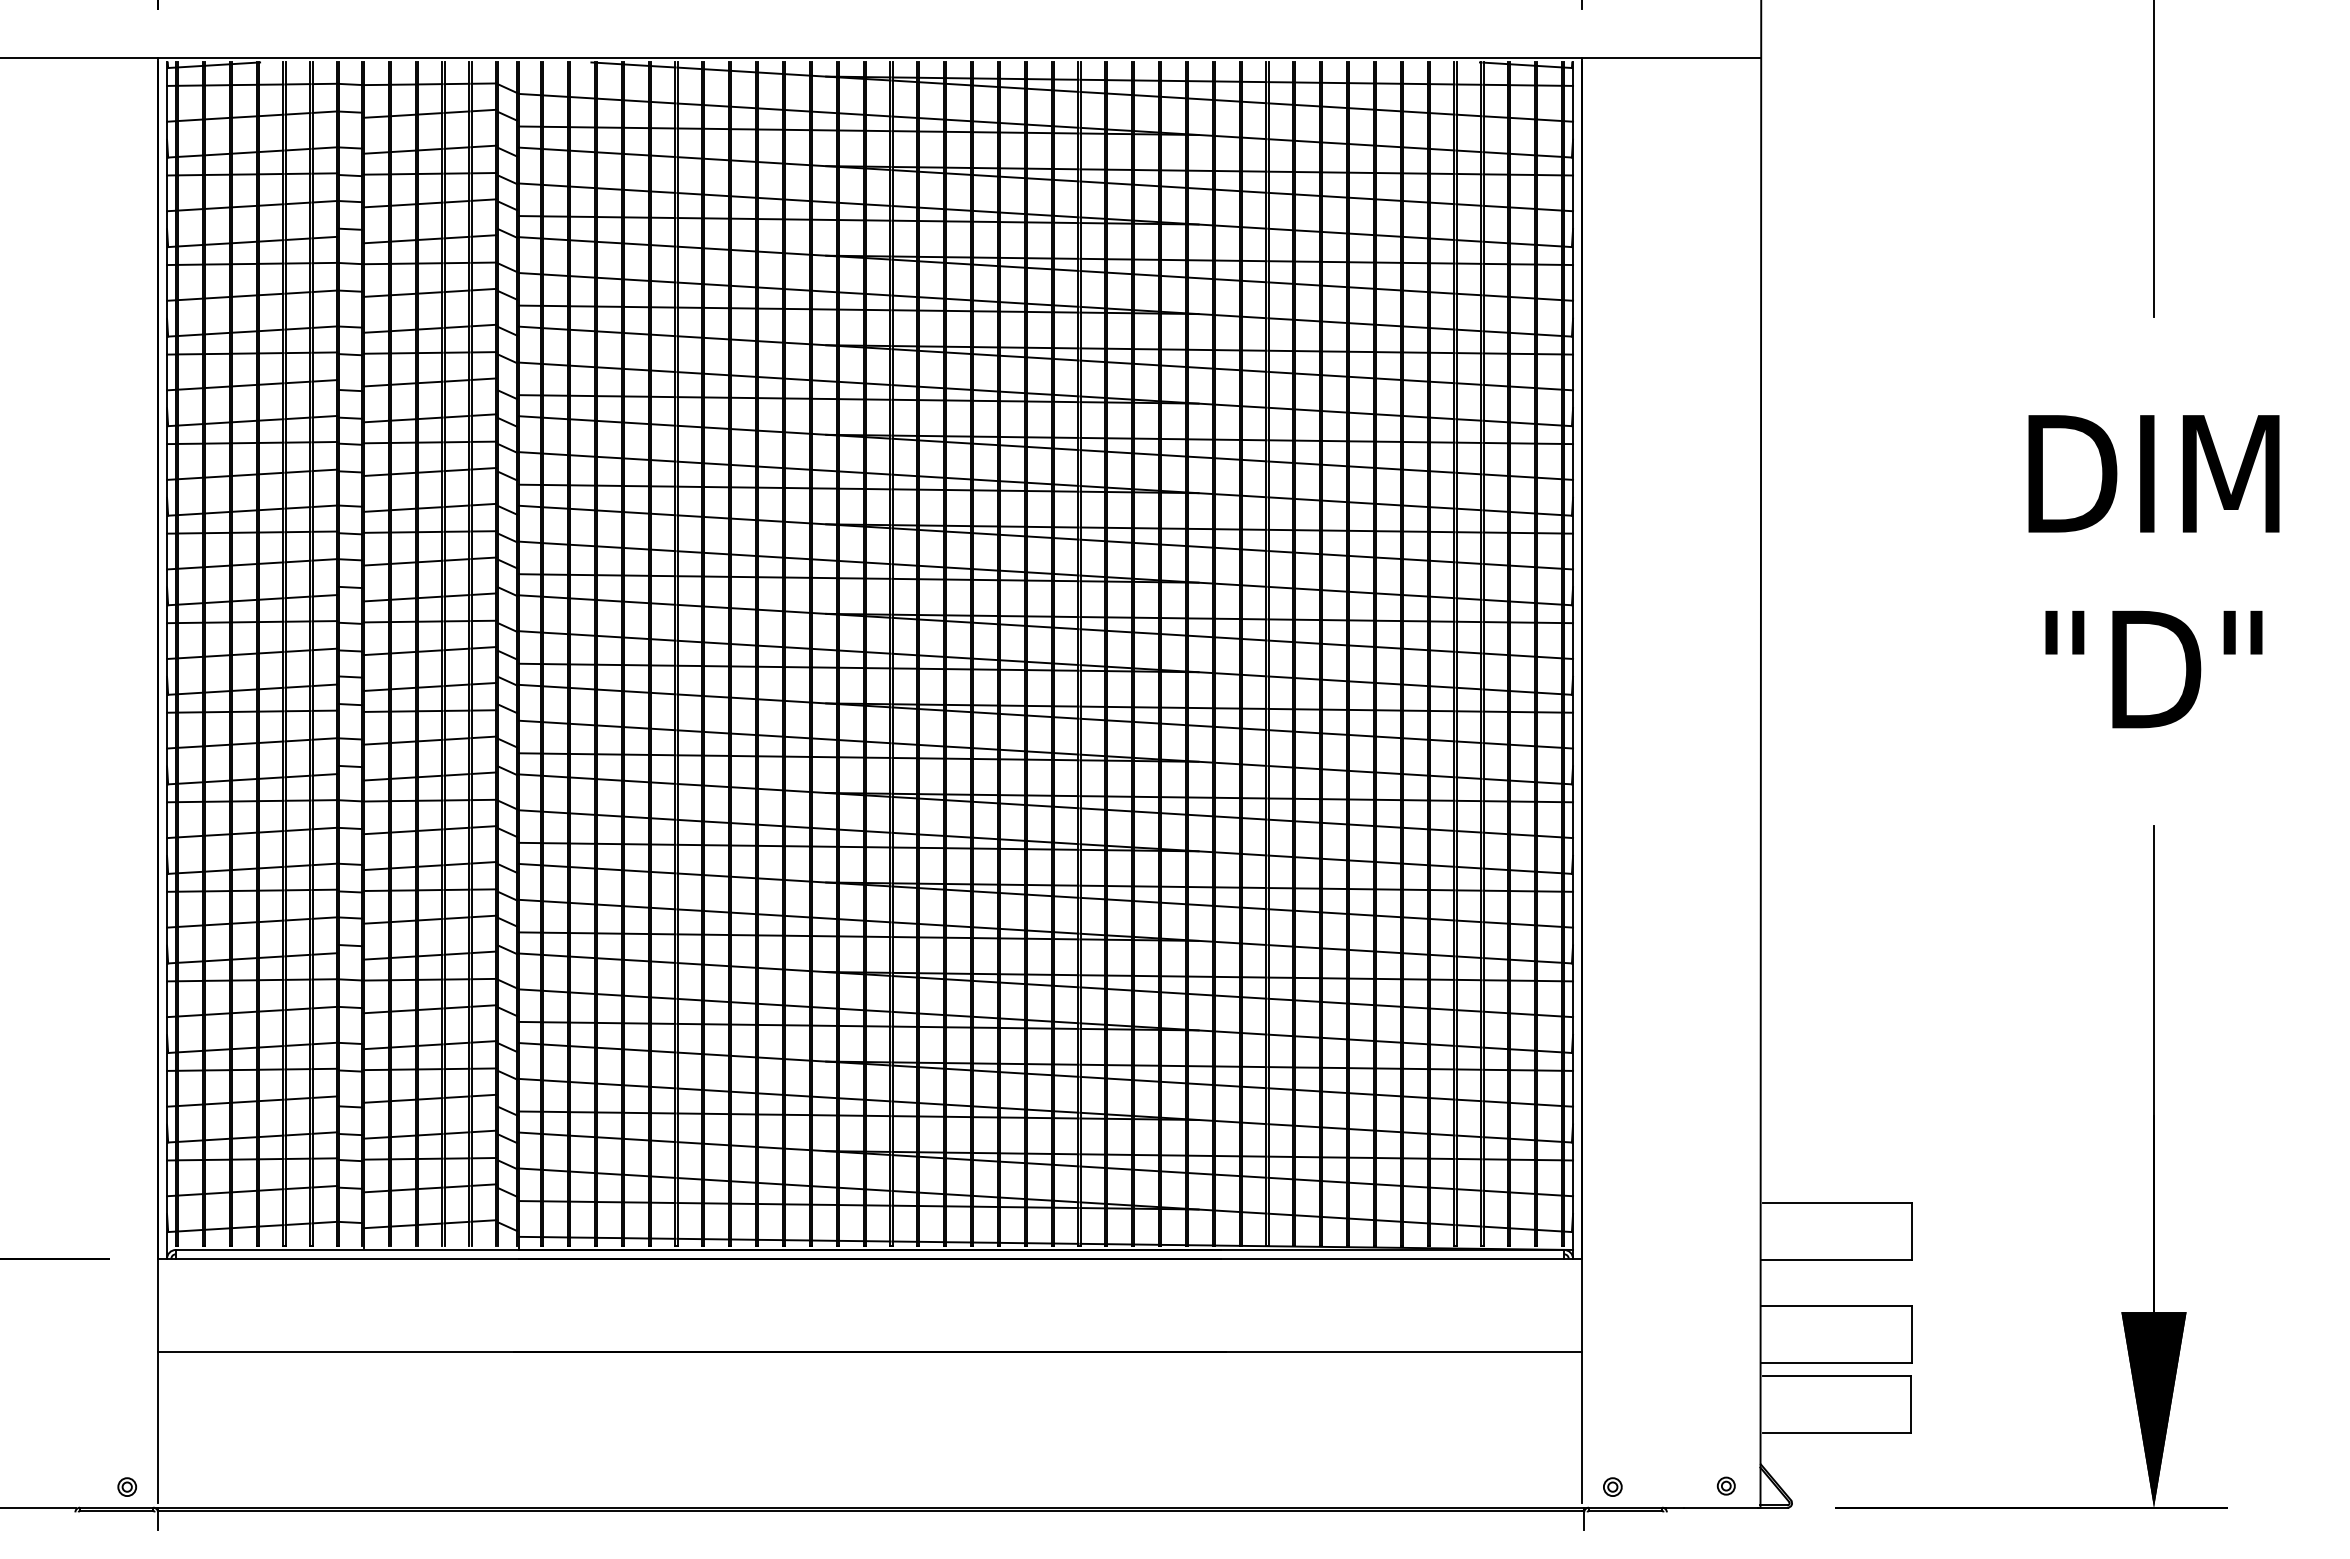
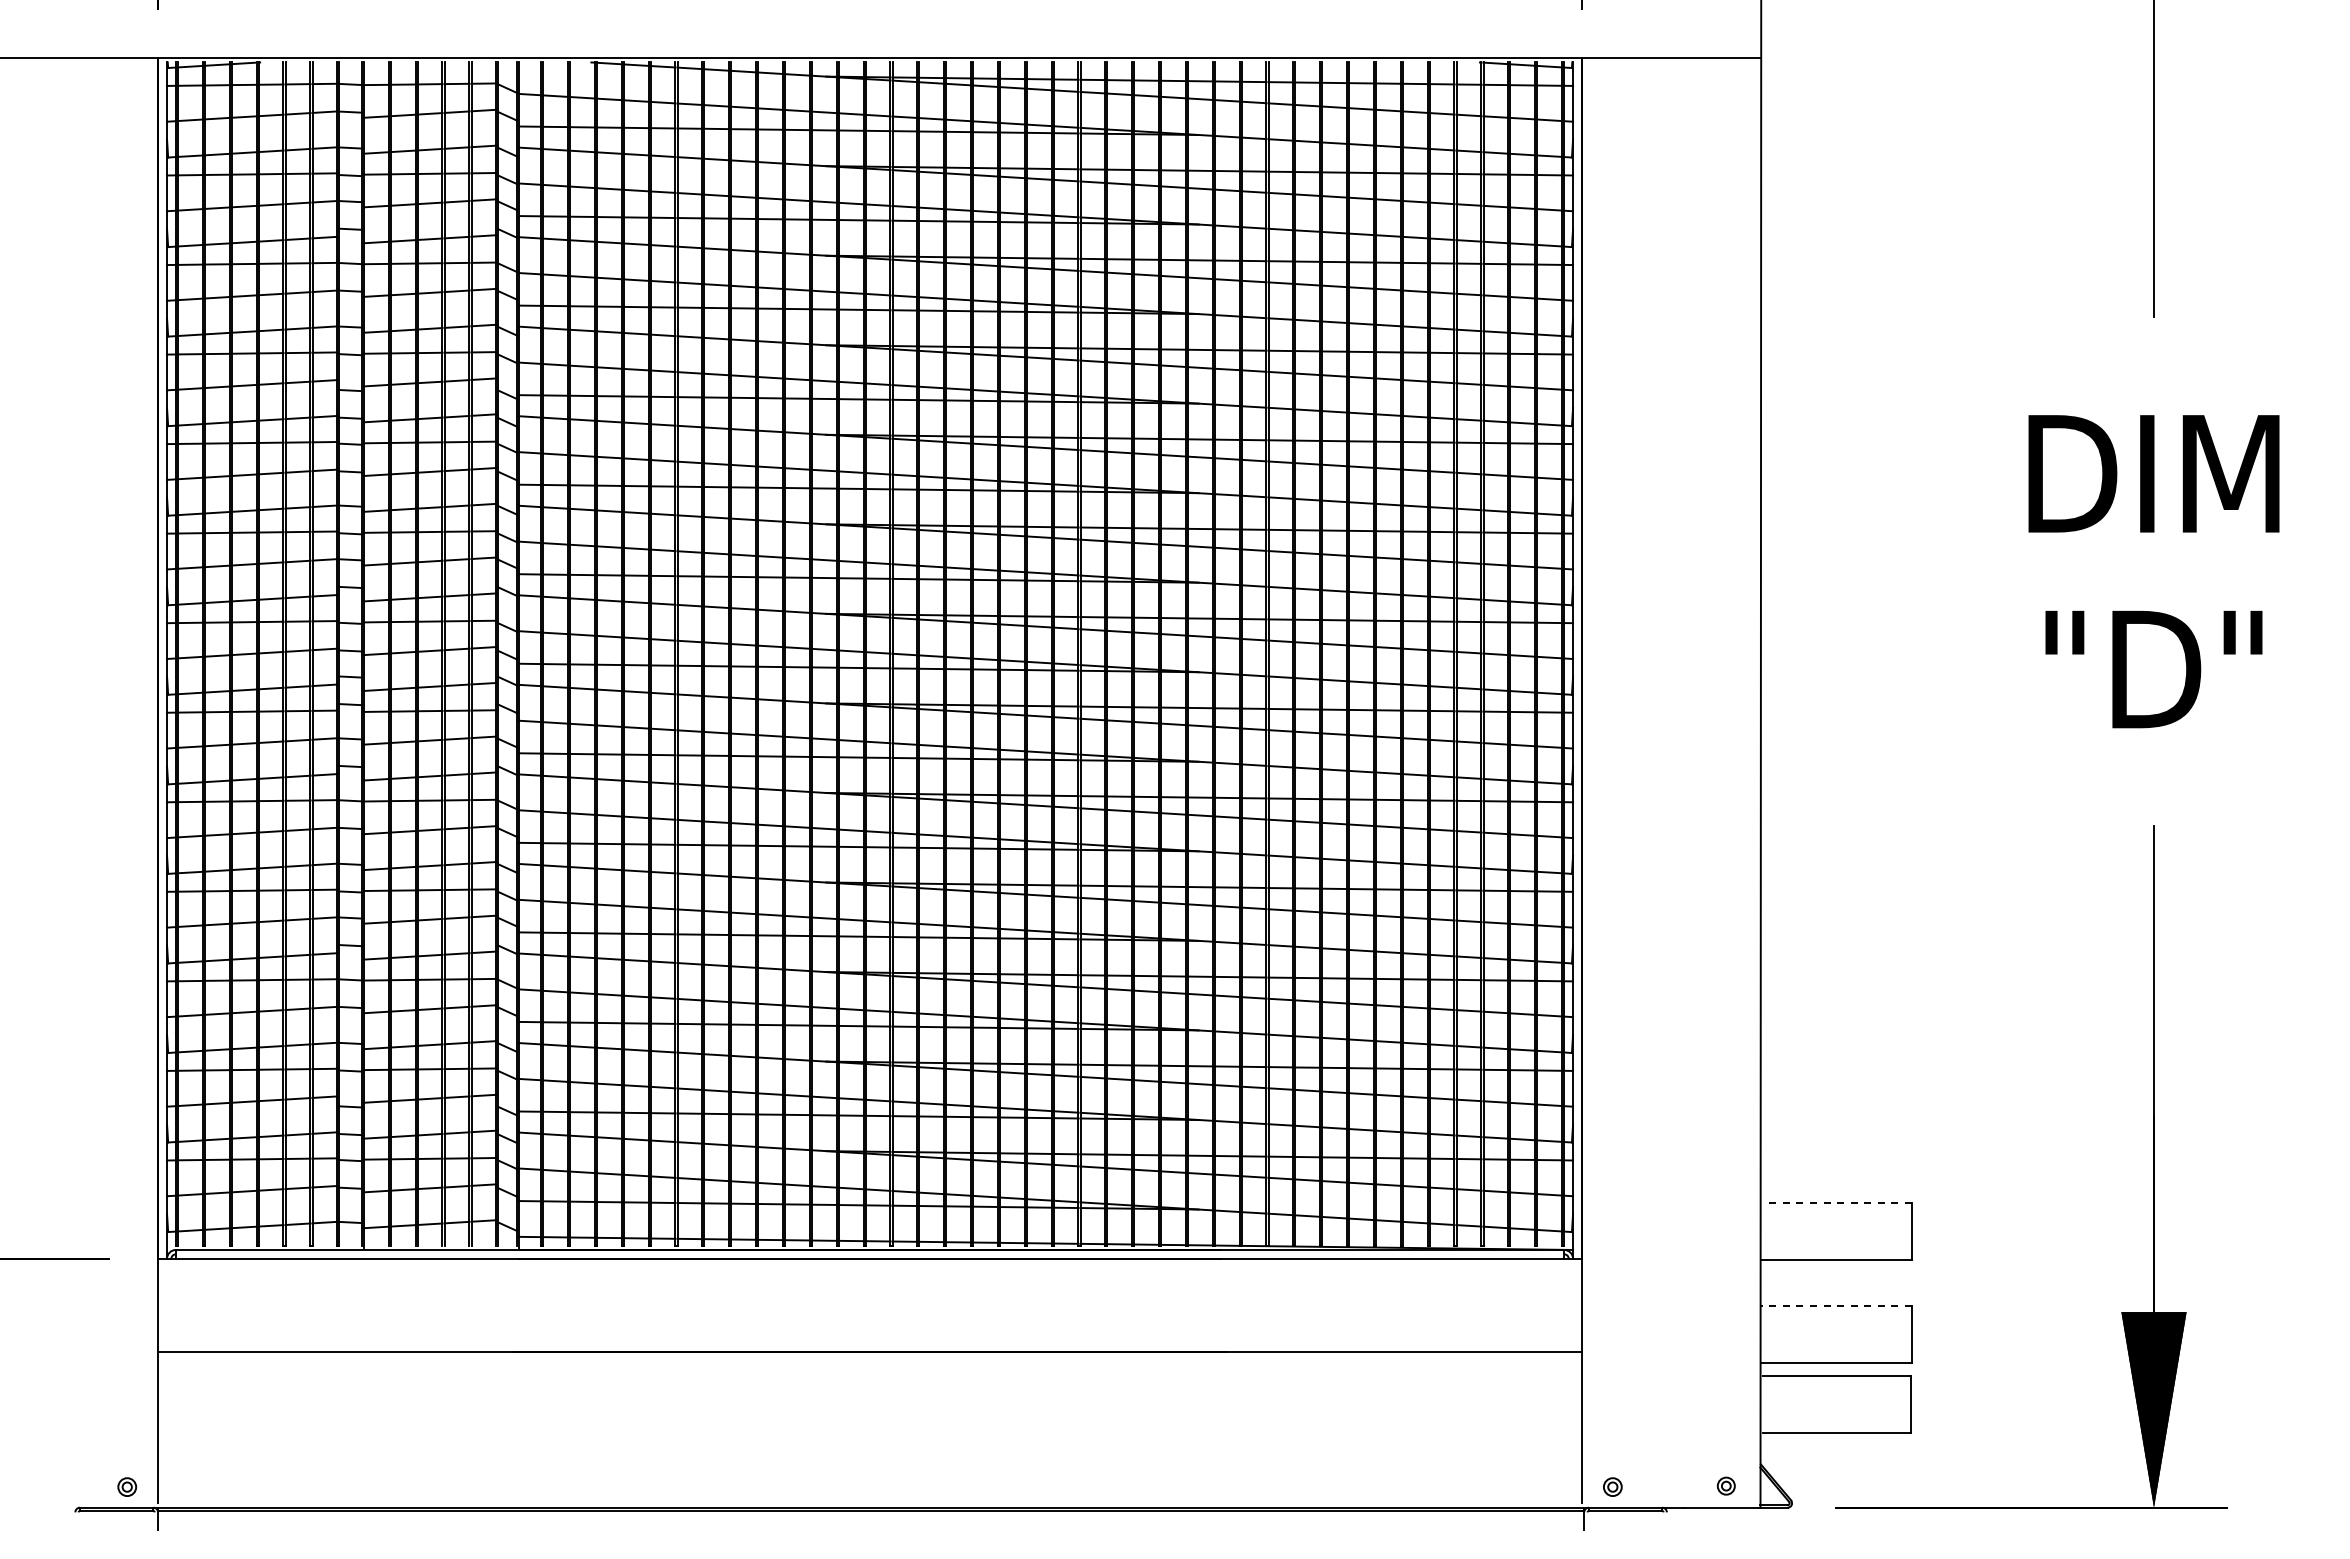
line at (1836, 1202): solid -> dashed
line at (1836, 1306): solid -> dashed
line at (39, 1507): present -> none
